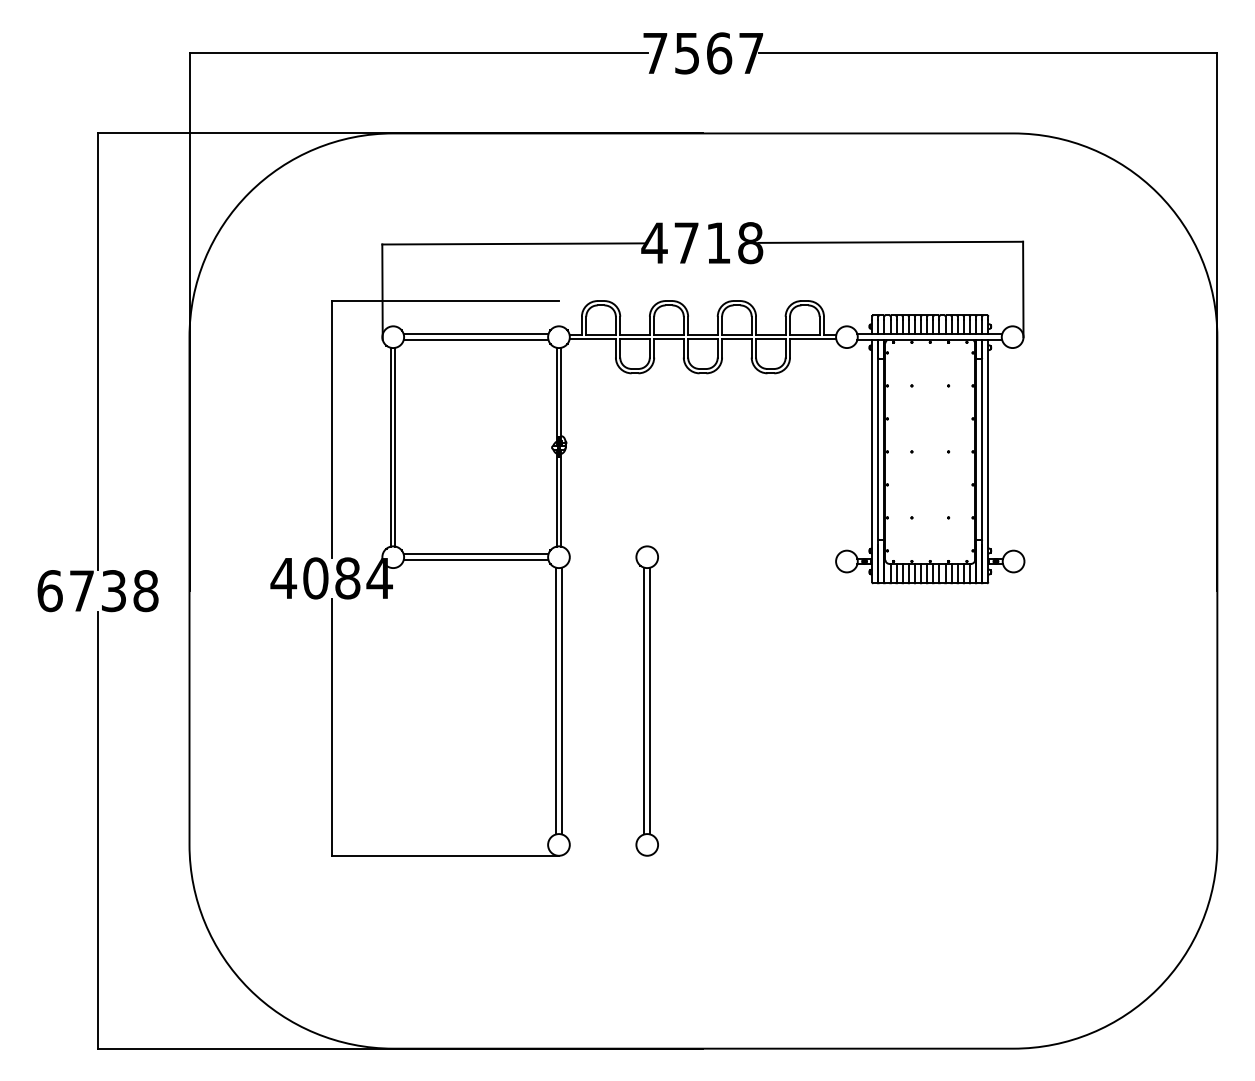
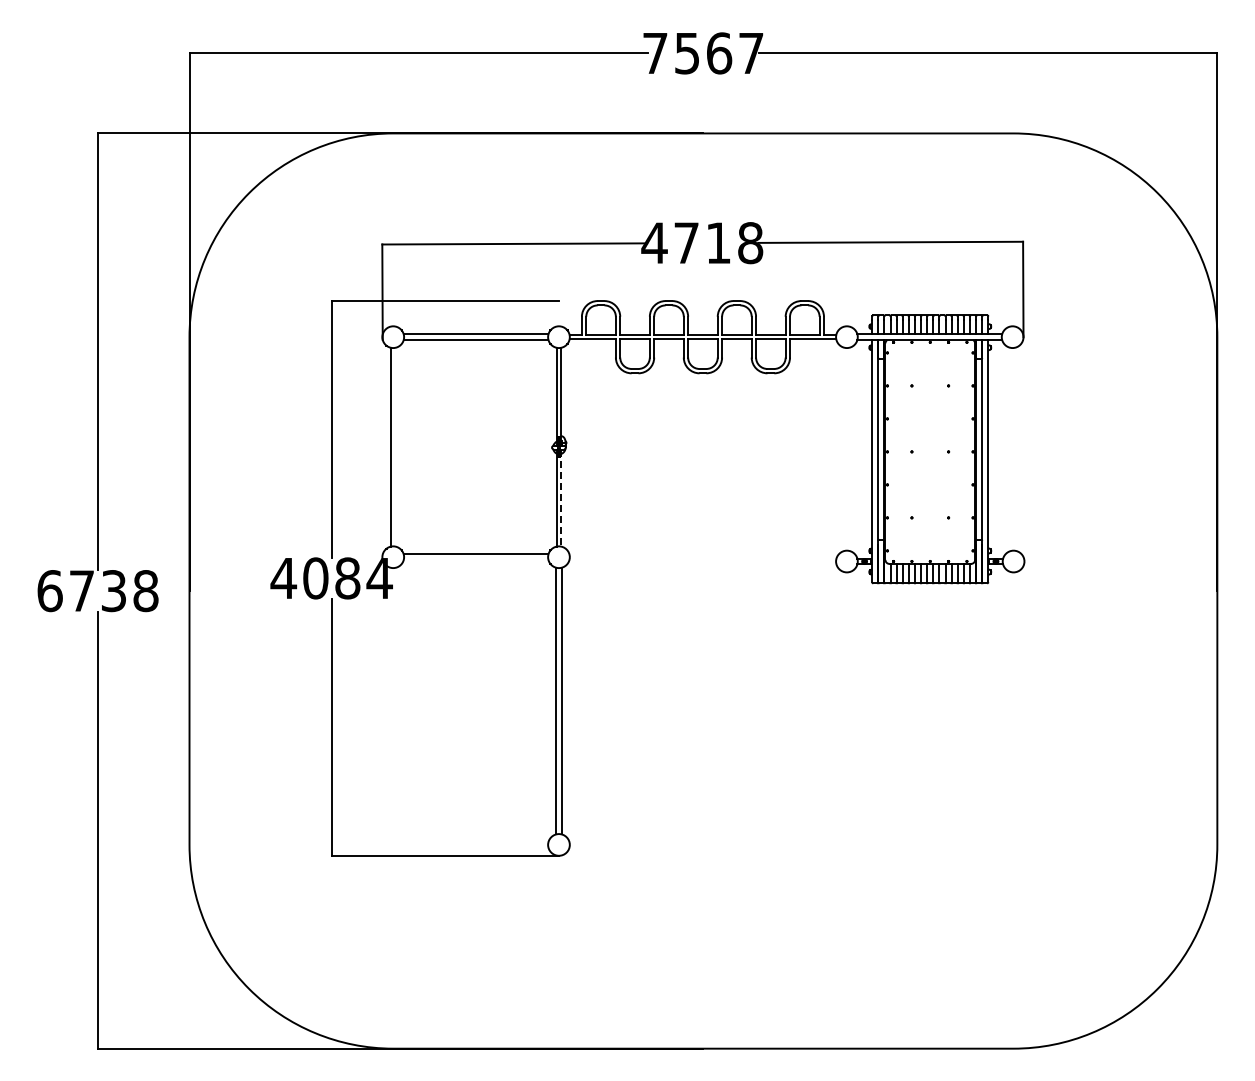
line at (395, 446): present -> none
line at (561, 498): solid -> dashed
line at (475, 560): present -> none
part at (646, 700): present -> none
